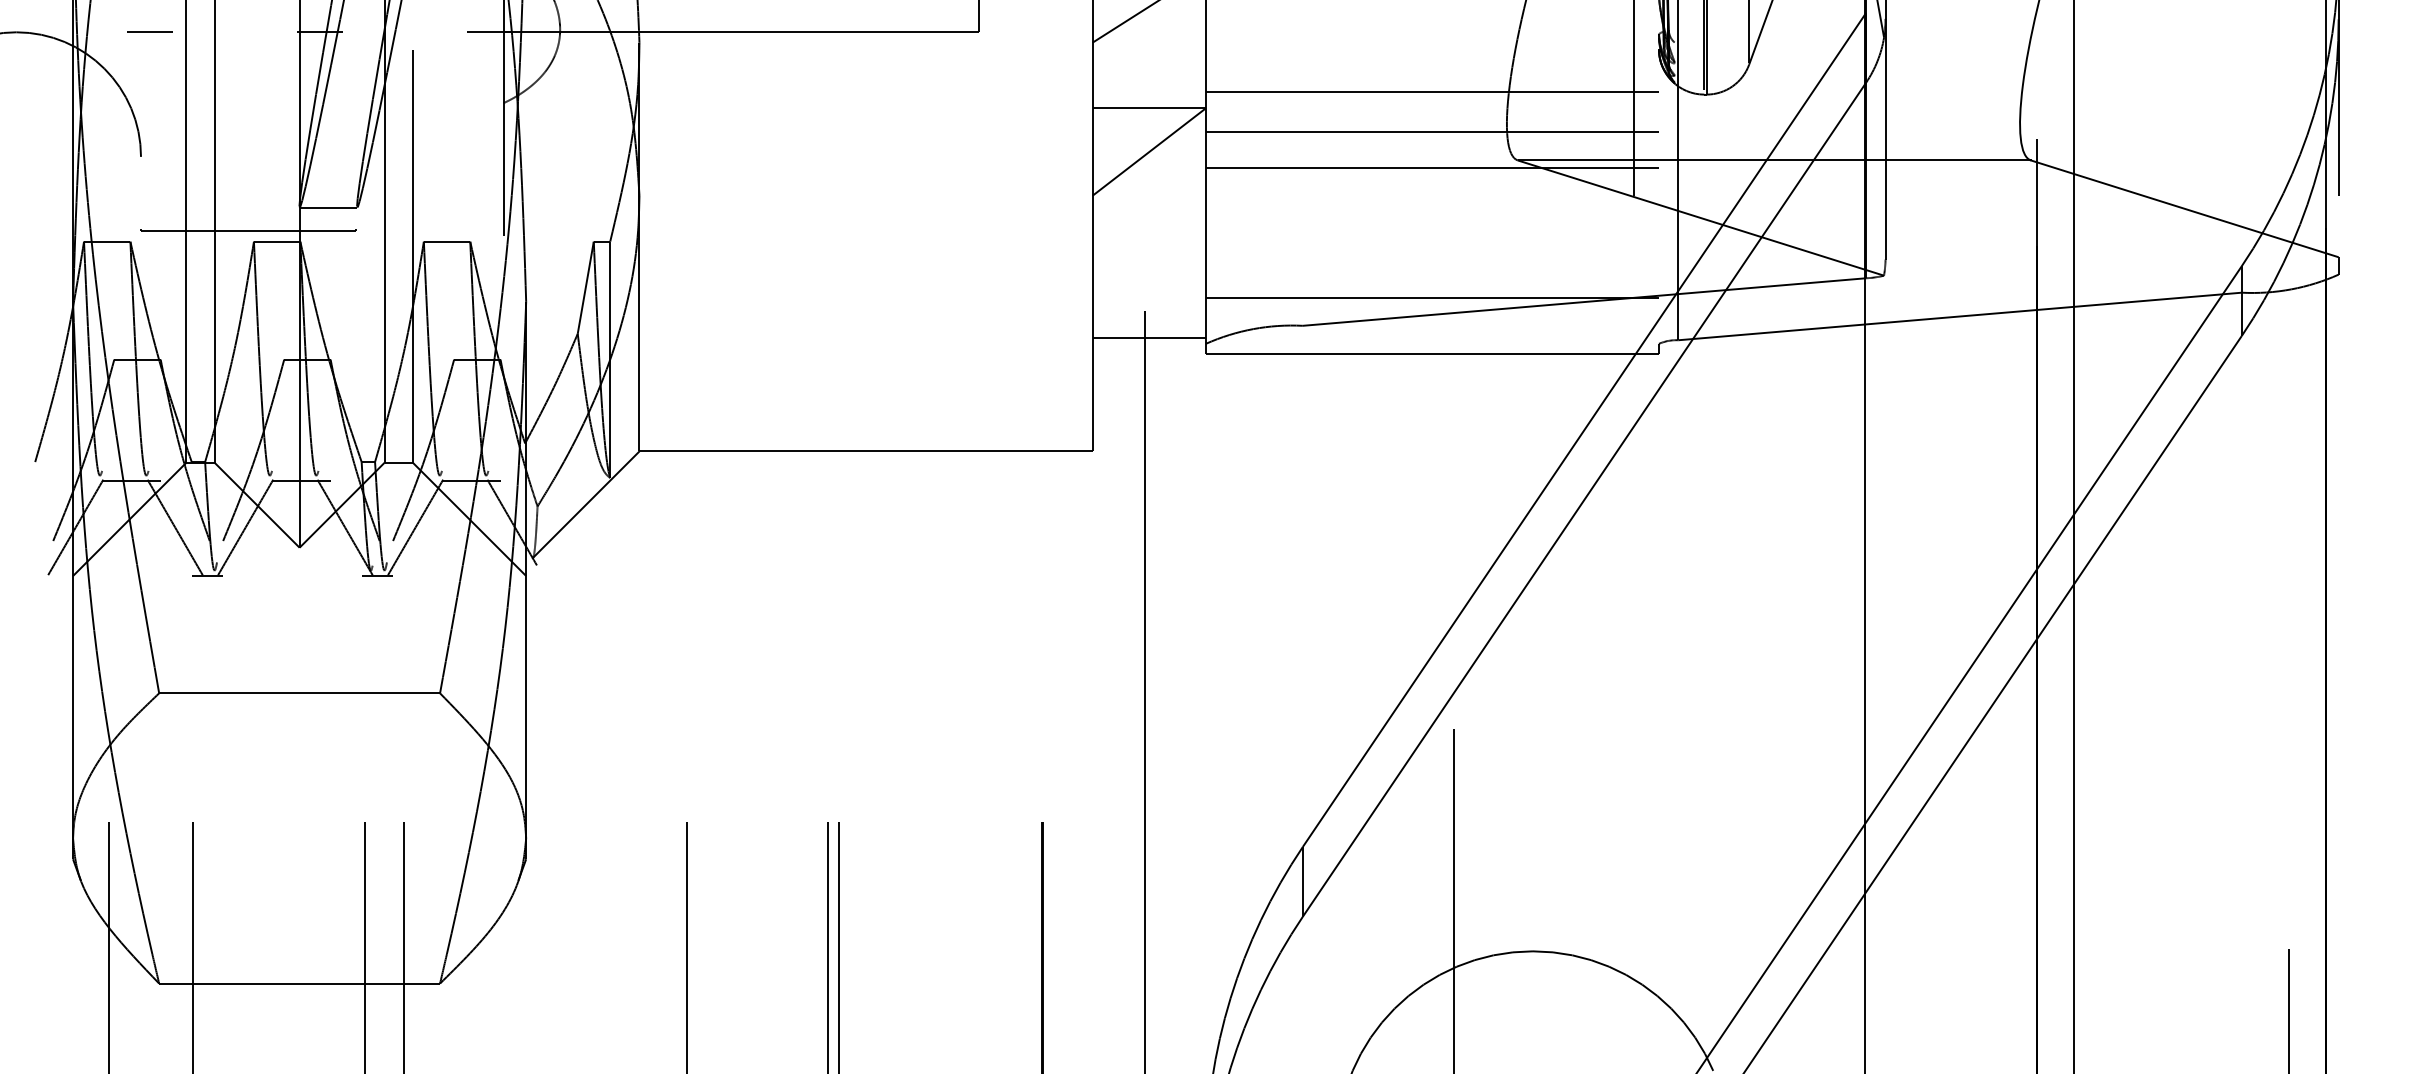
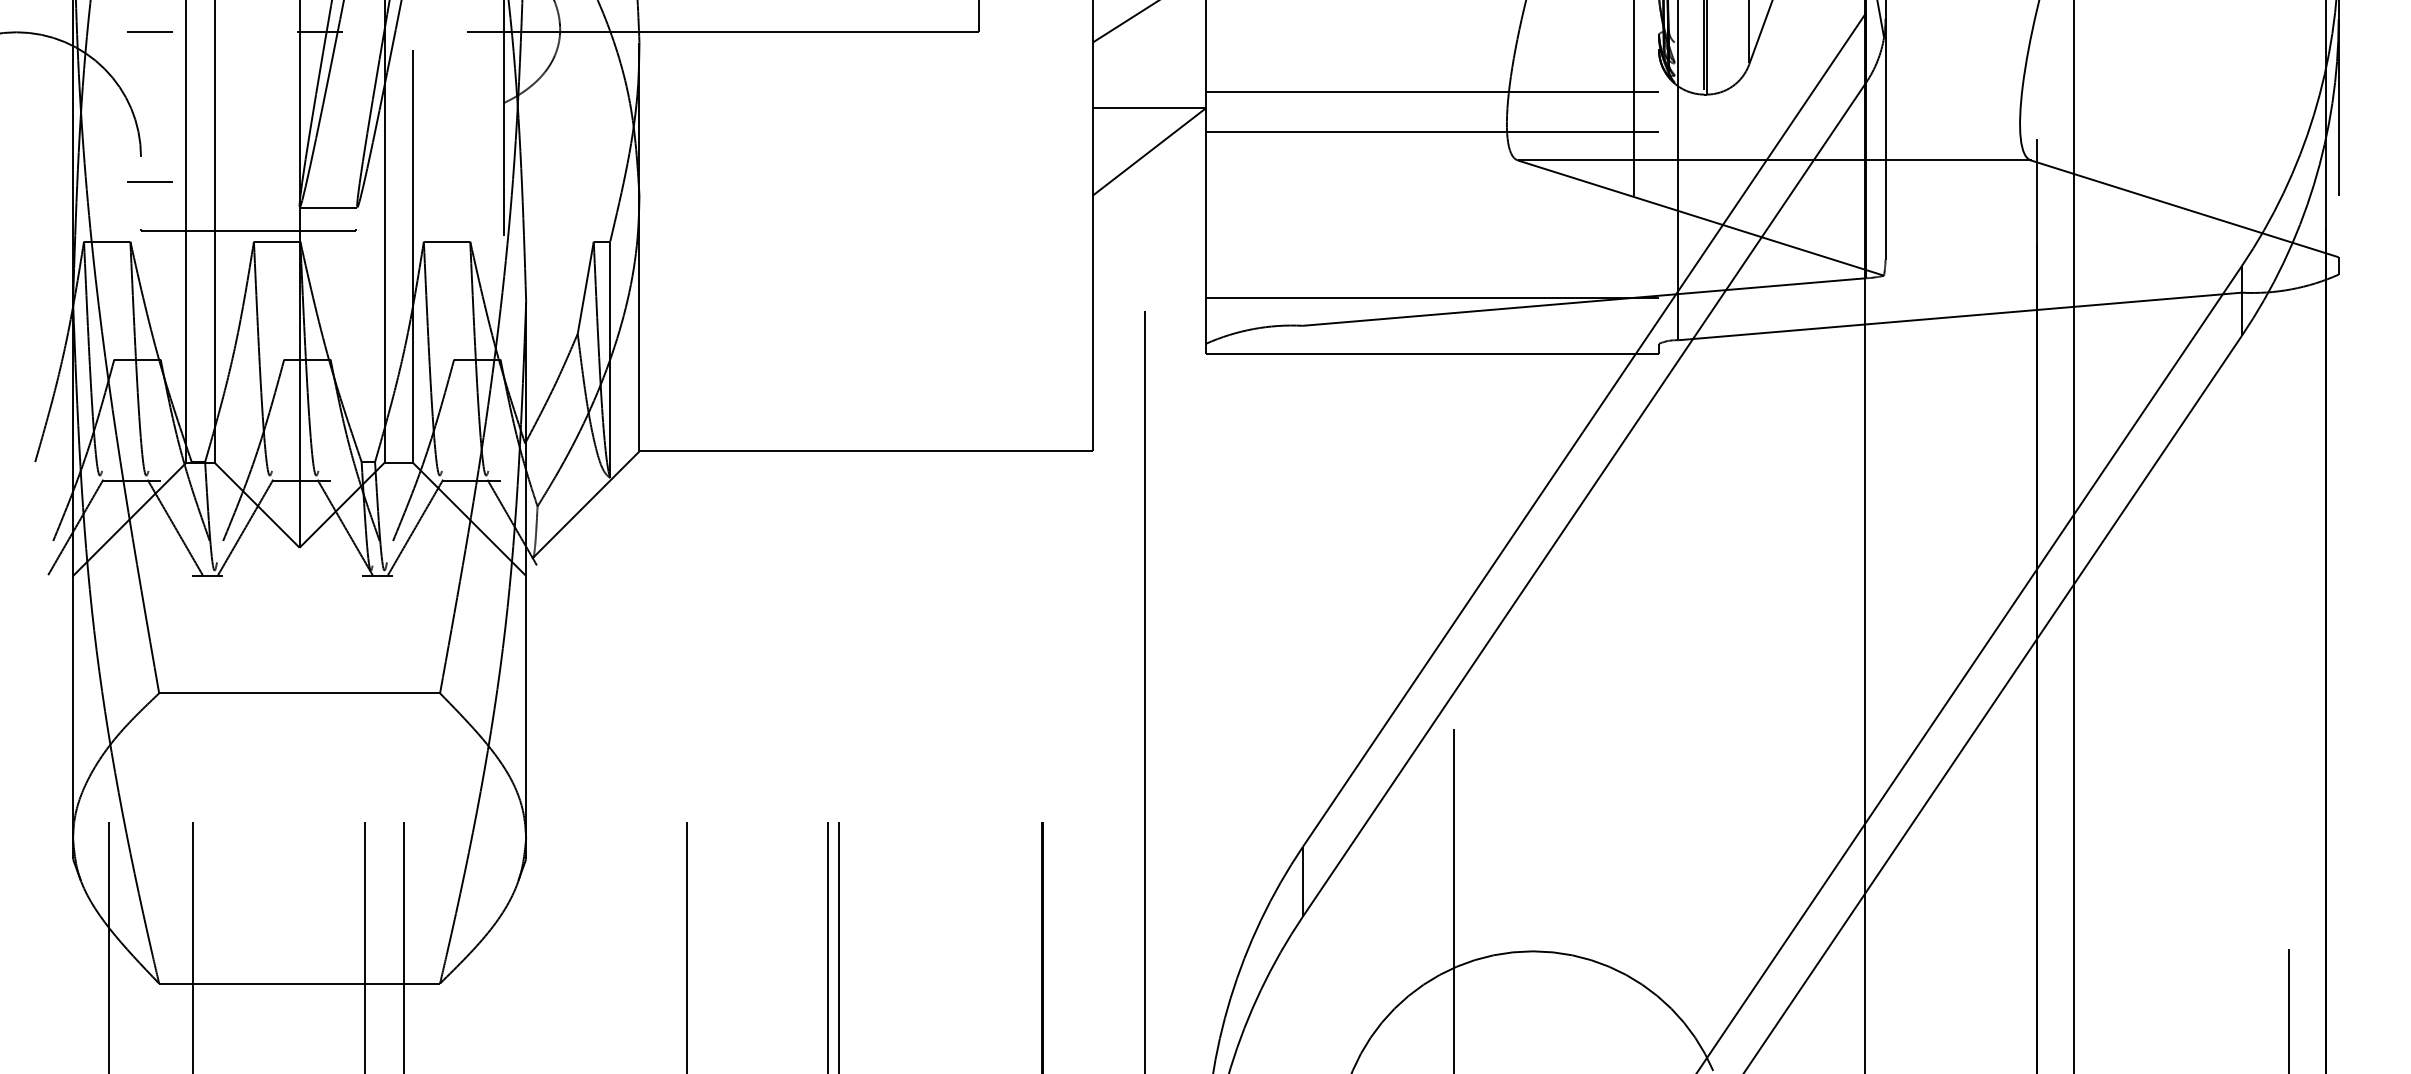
line at (1431, 168): present -> none
line at (149, 181): none -> present
line at (1148, 338): present -> none
